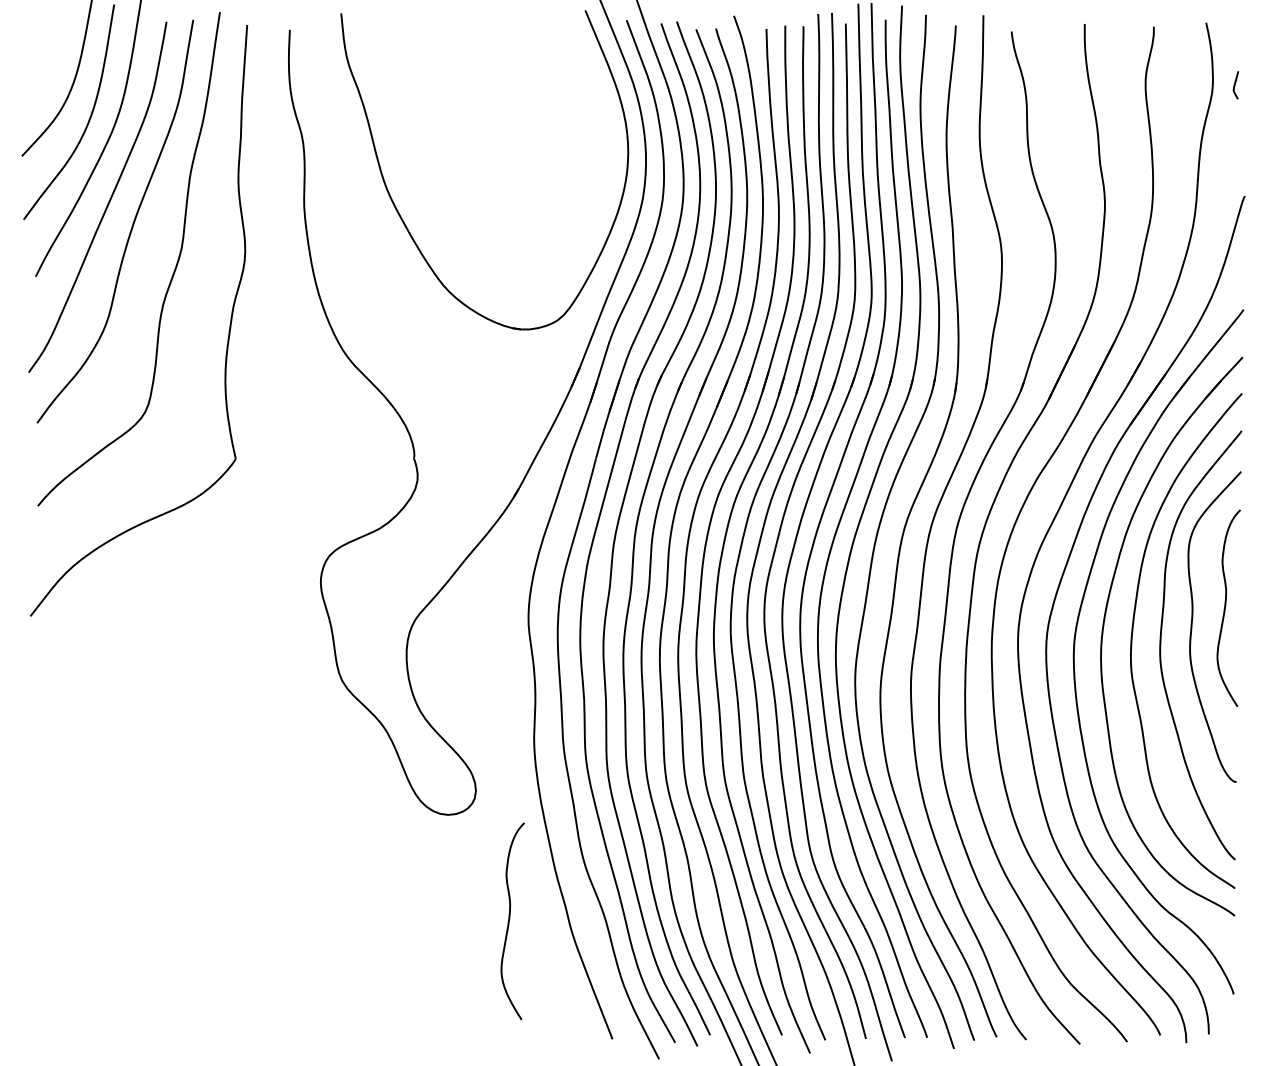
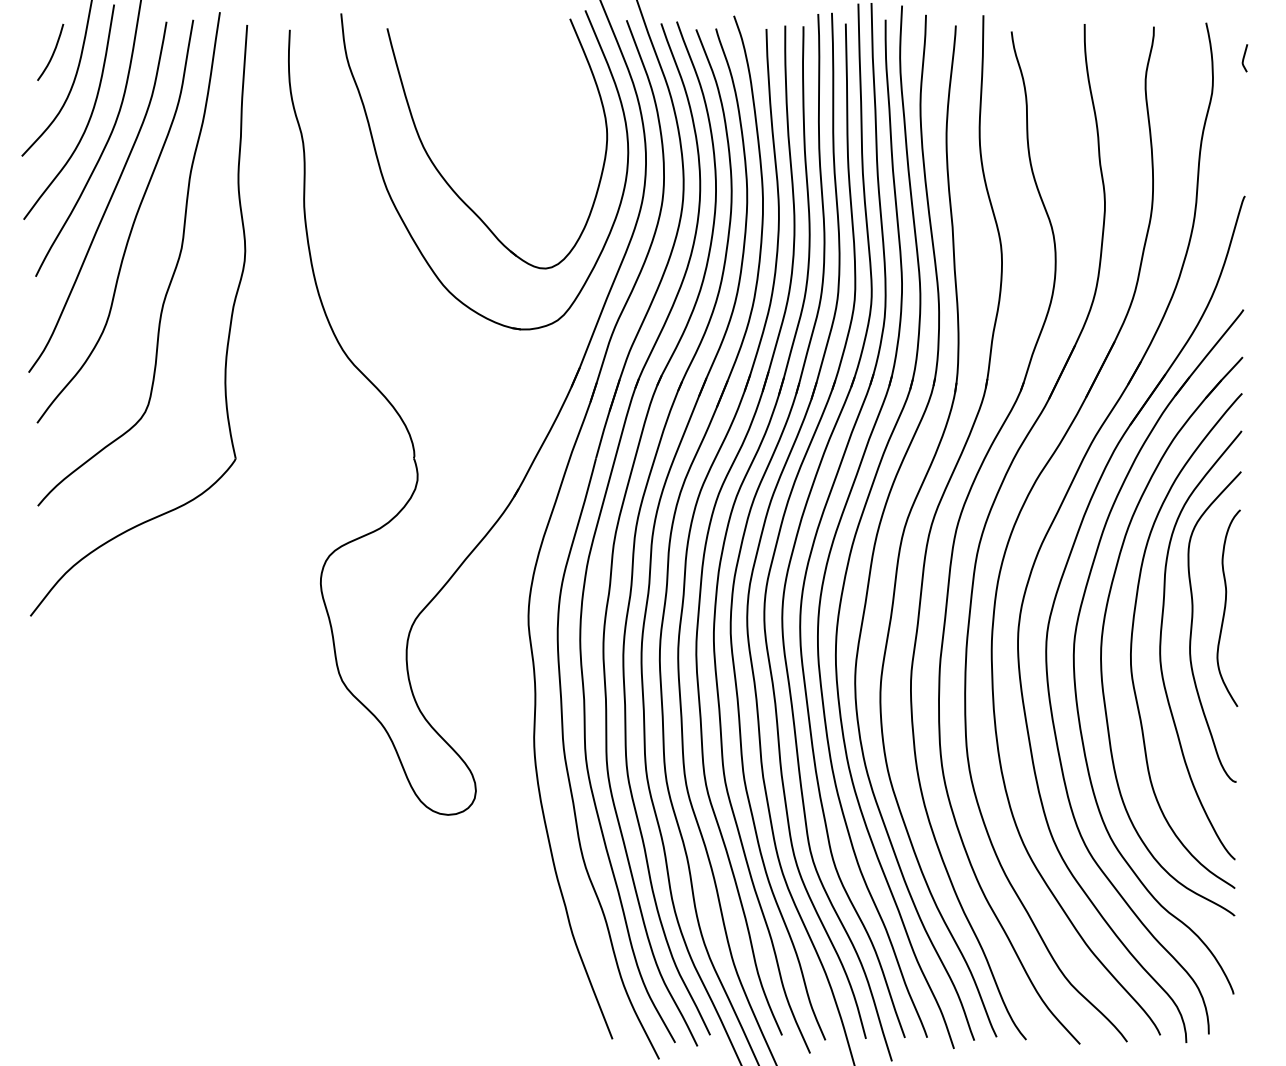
curve at (52, 52): none -> present
curve at (1235, 85) position: (1235, 85) -> (1244, 58)
part at (451, 186): none -> present
curve at (510, 919): present -> none
